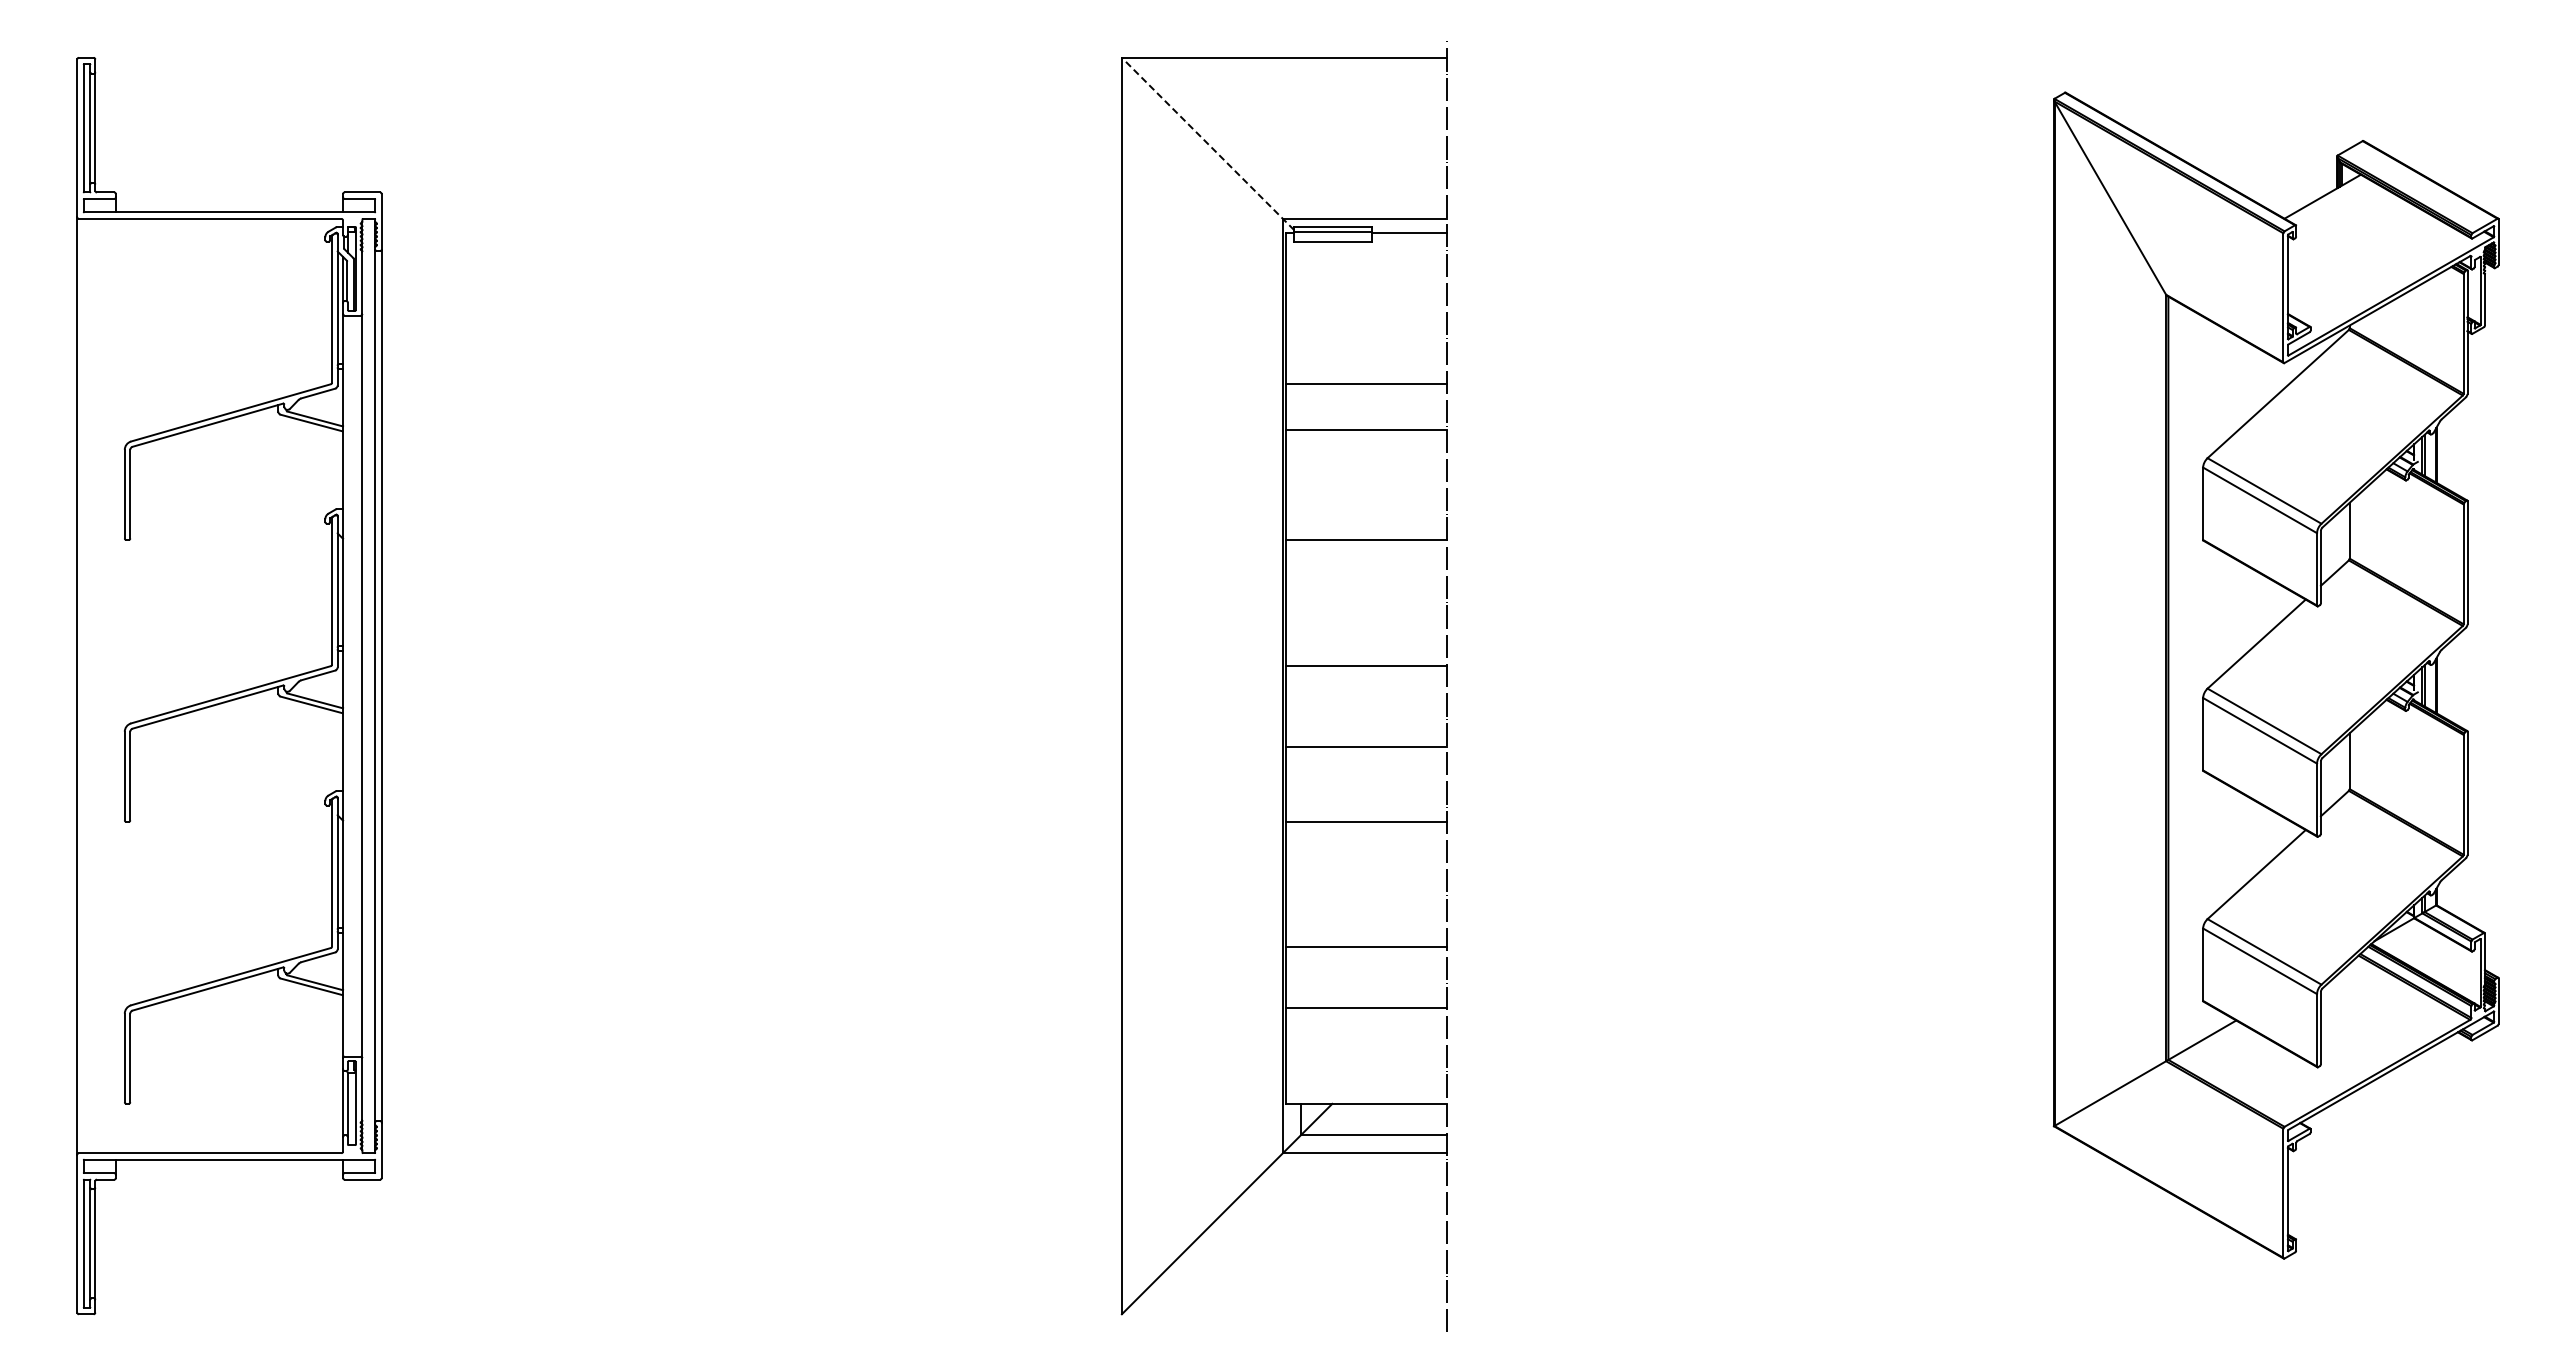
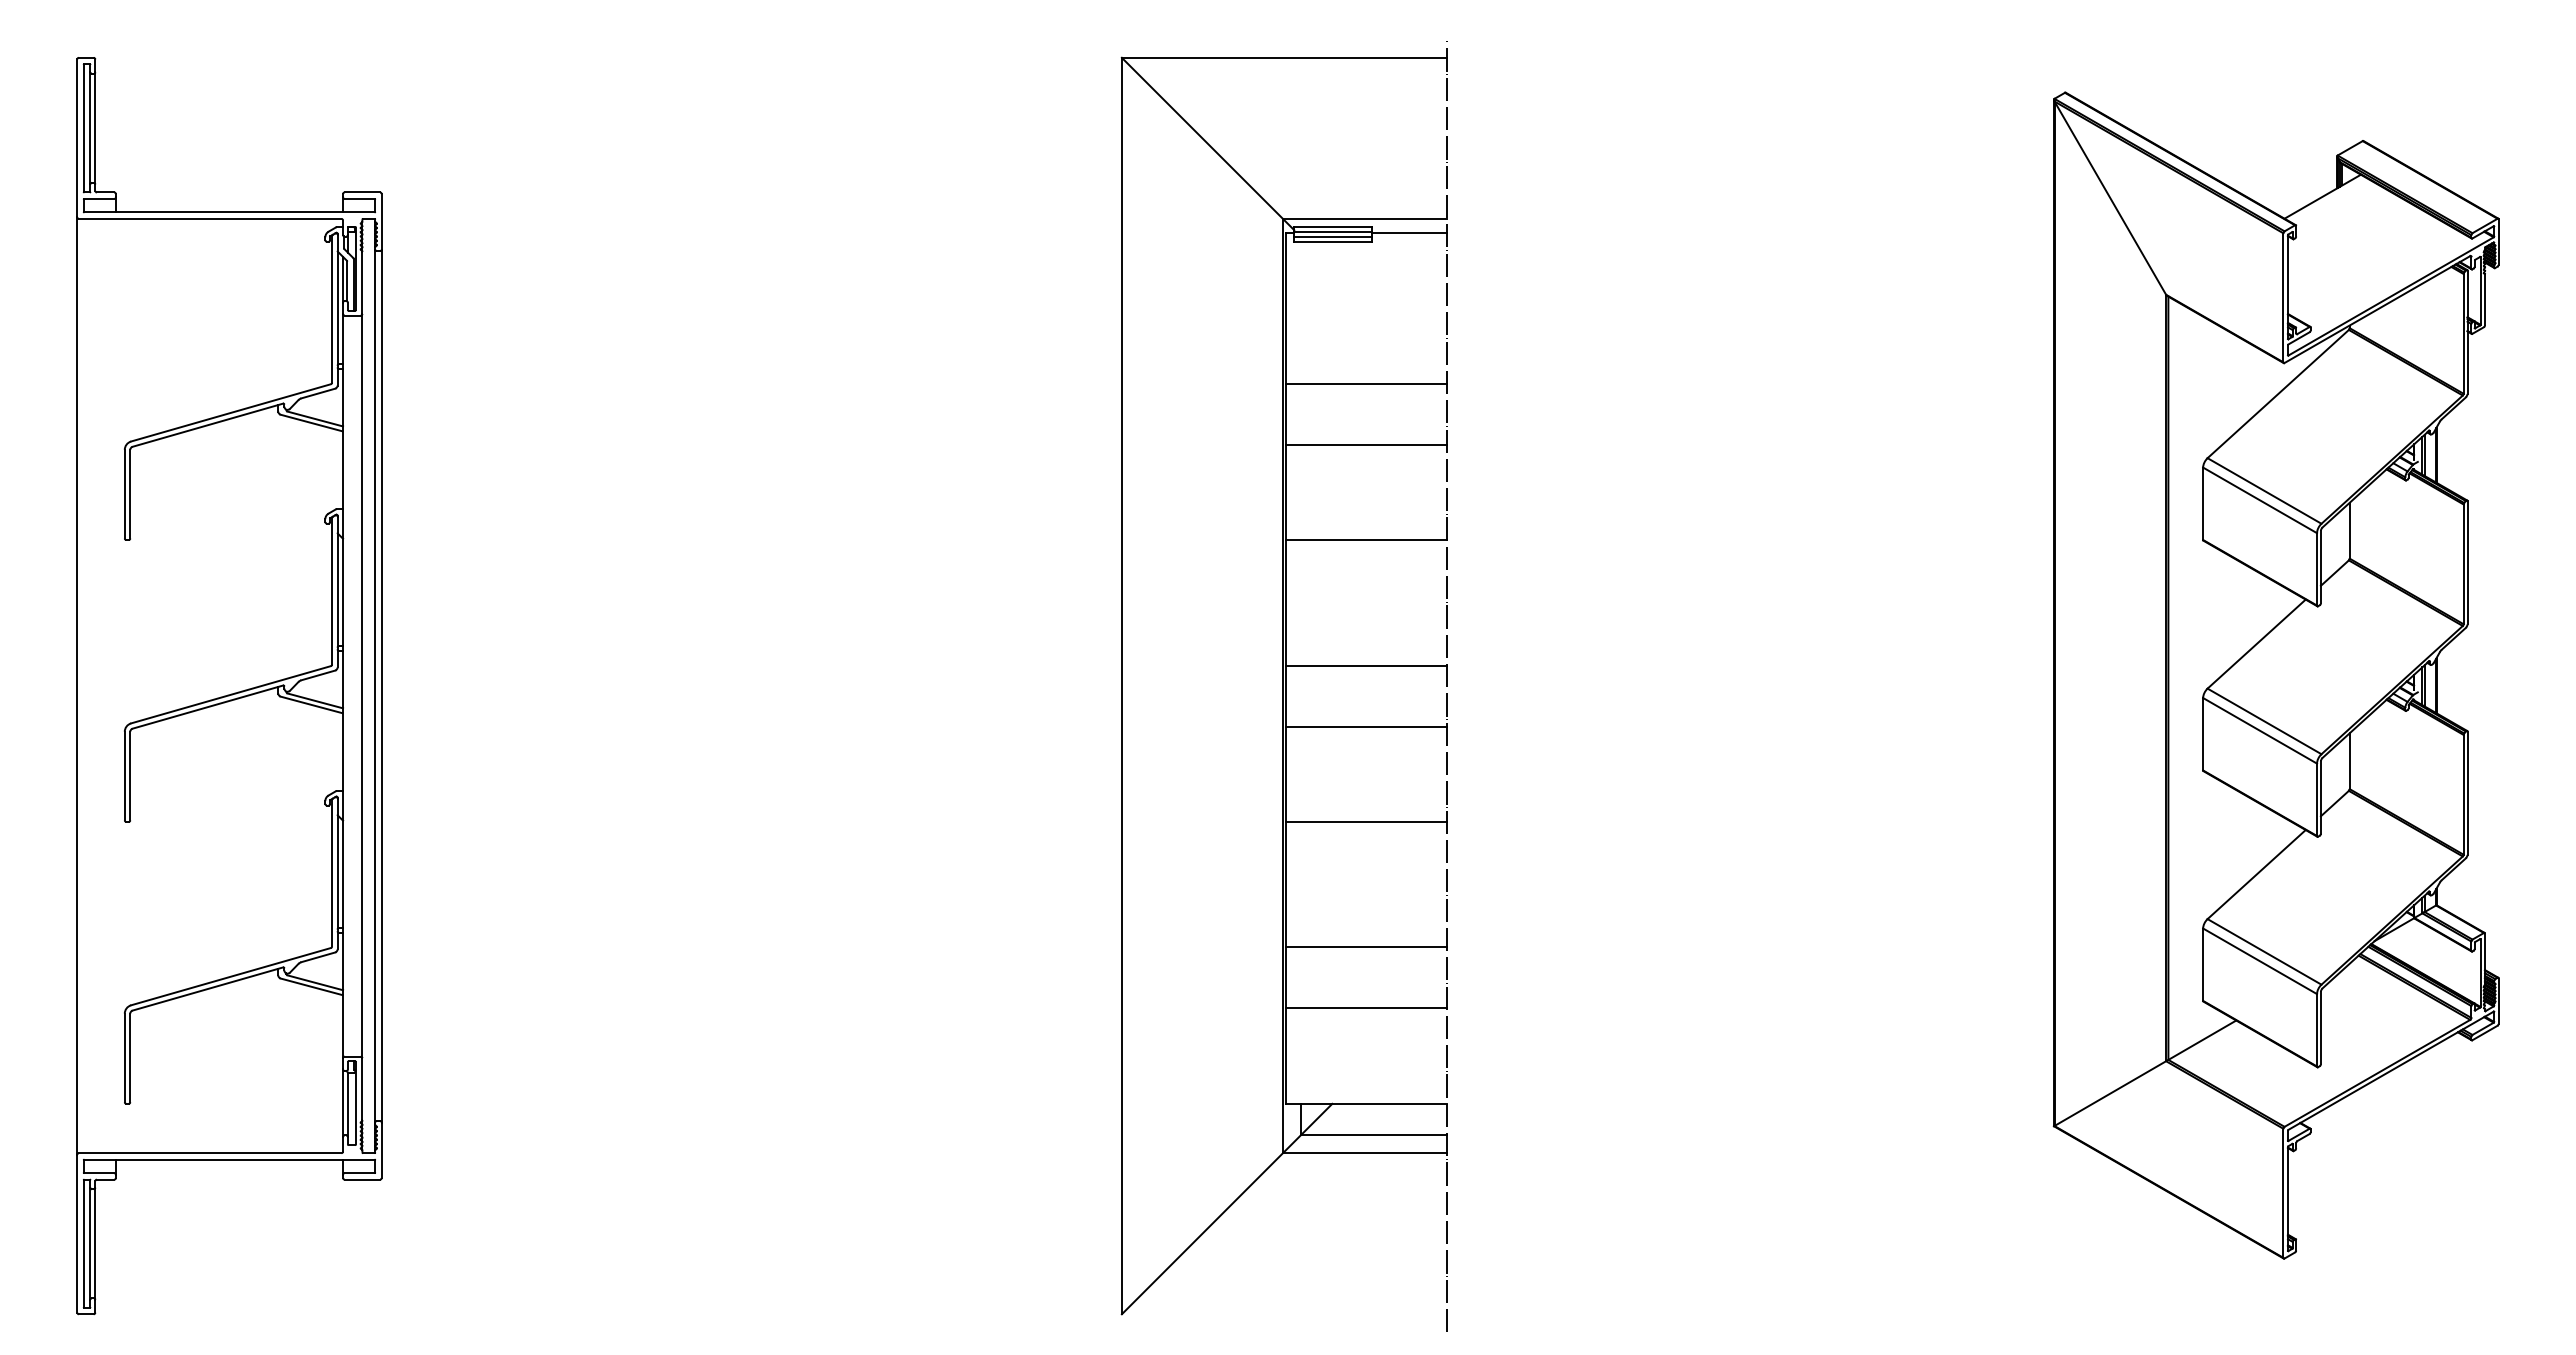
line at (1208, 144): dashed -> solid
line at (1332, 237): none -> present
line at (1366, 429) position: (1366, 429) -> (1366, 444)
line at (1366, 746) position: (1366, 746) -> (1366, 726)
